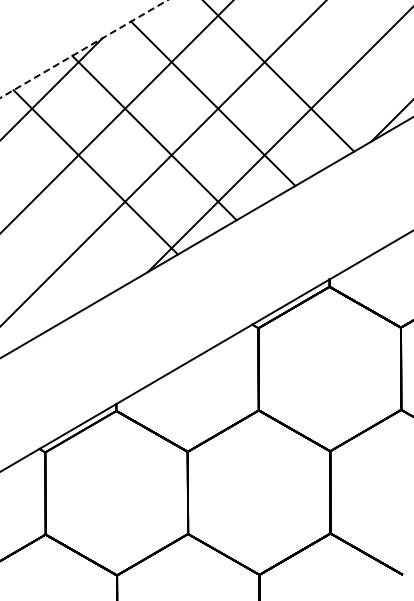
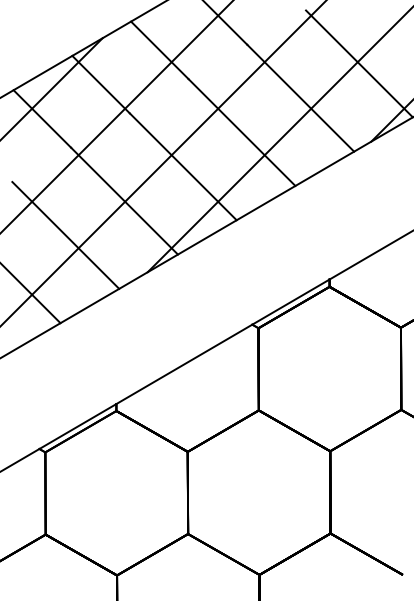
line at (84, 49): dashed -> solid
line at (358, 62): none -> present
line at (65, 235): none -> present
line at (31, 294): none -> present
